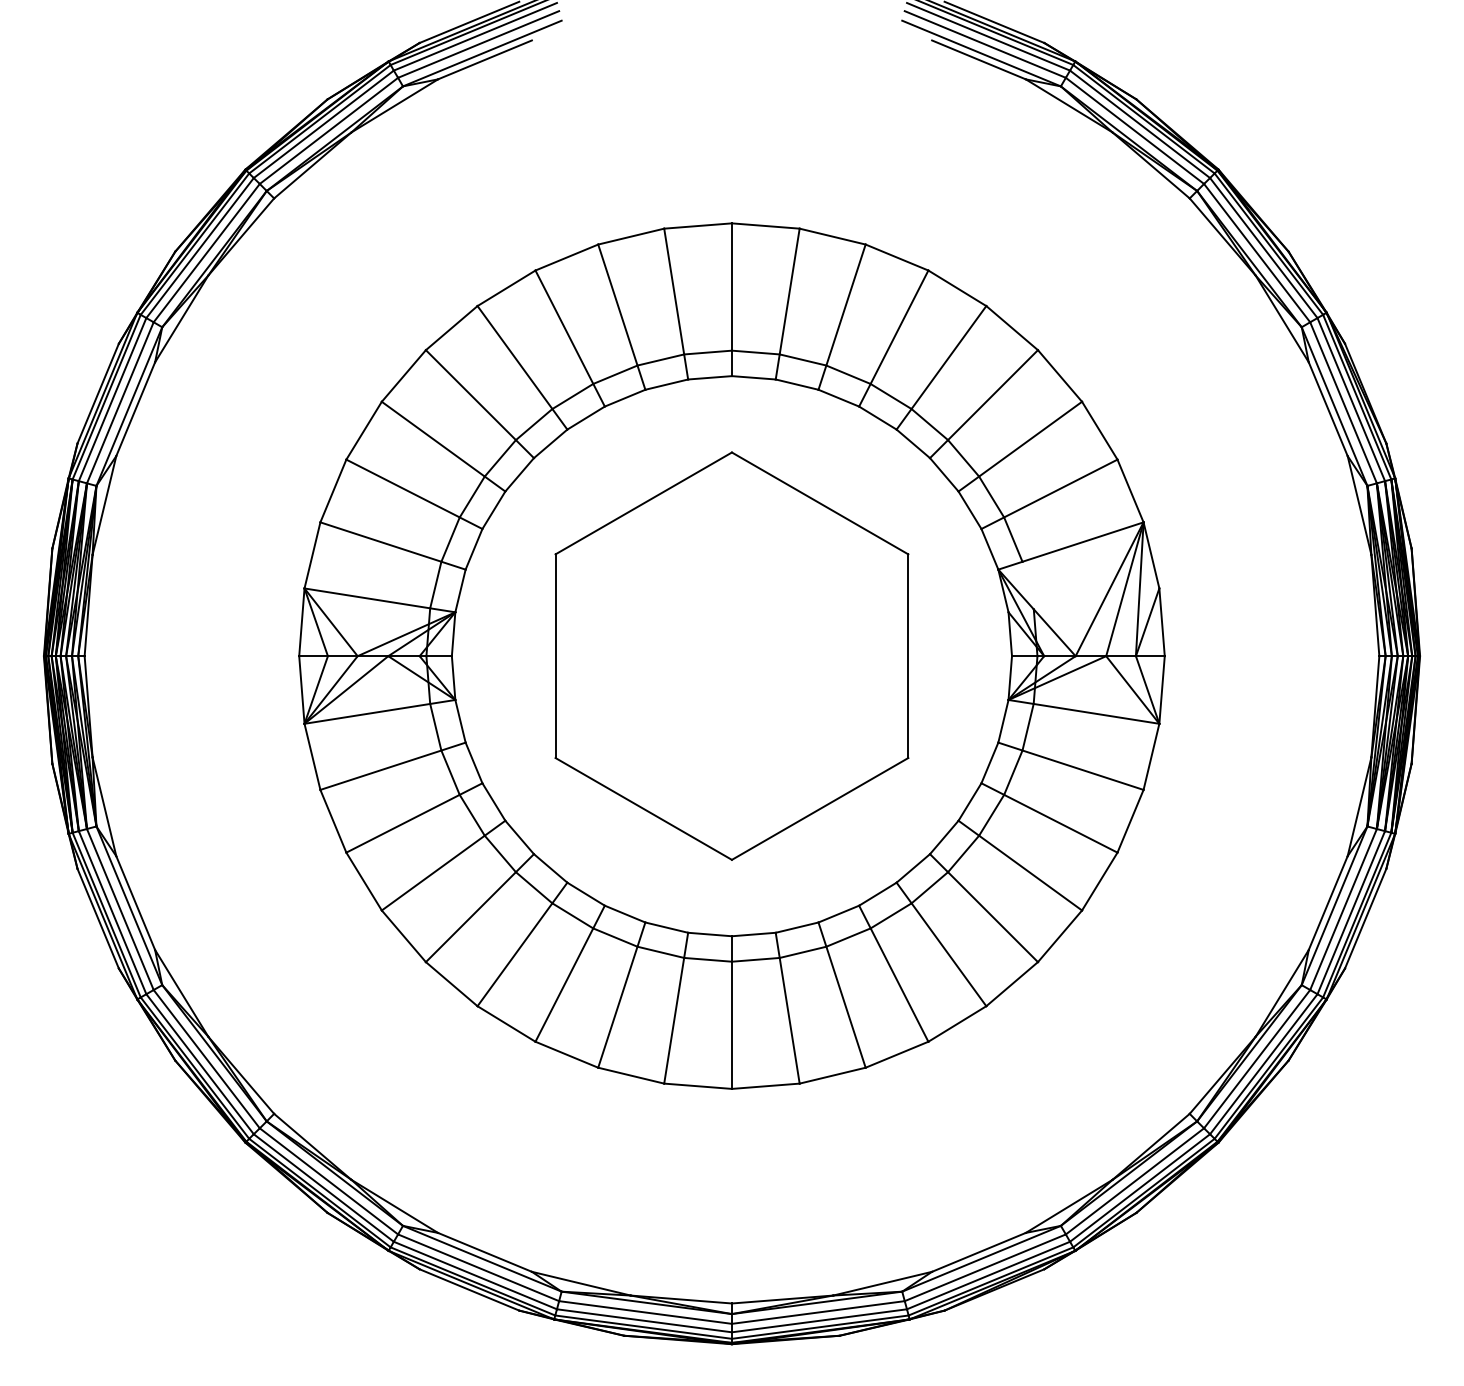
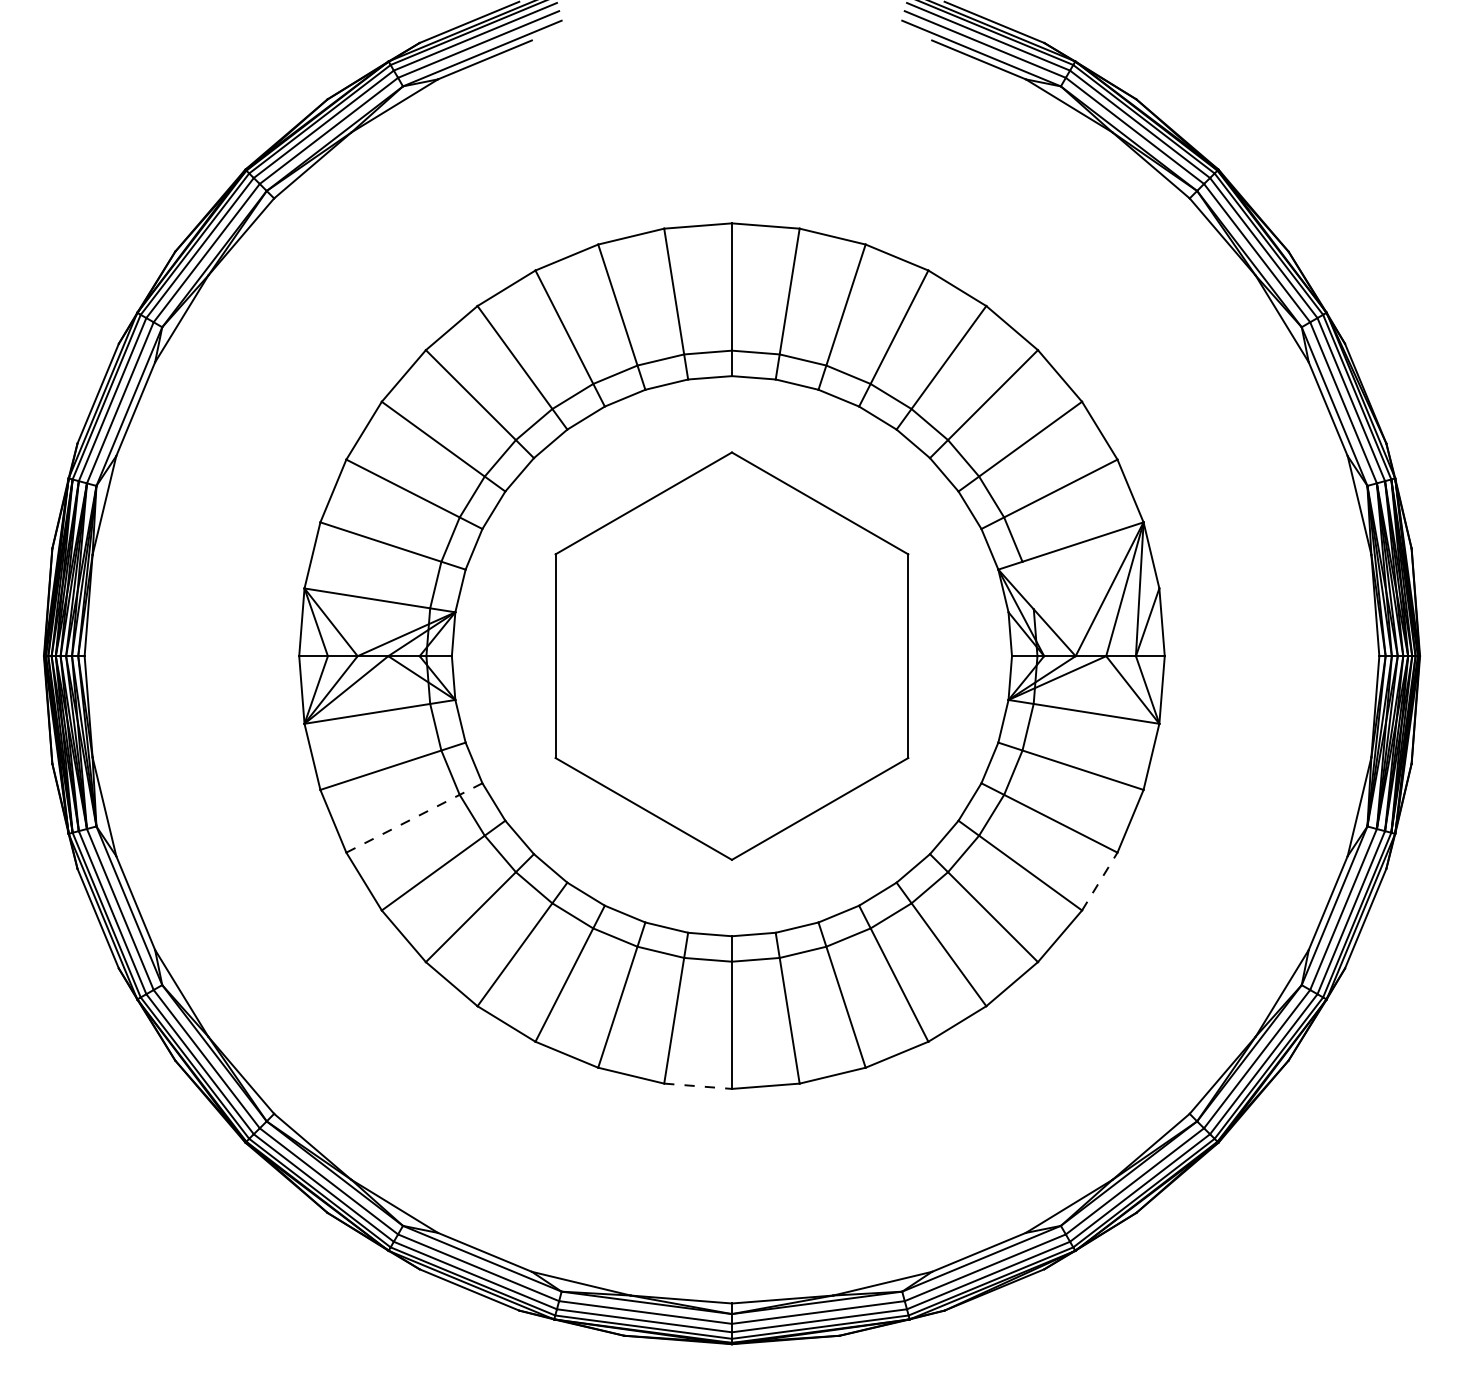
line at (414, 817): solid -> dashed
line at (1099, 881): solid -> dashed
line at (698, 1086): solid -> dashed
